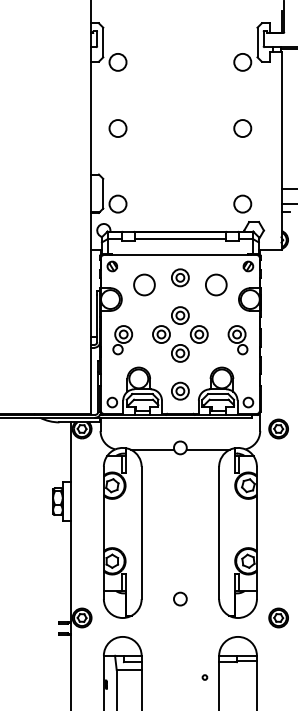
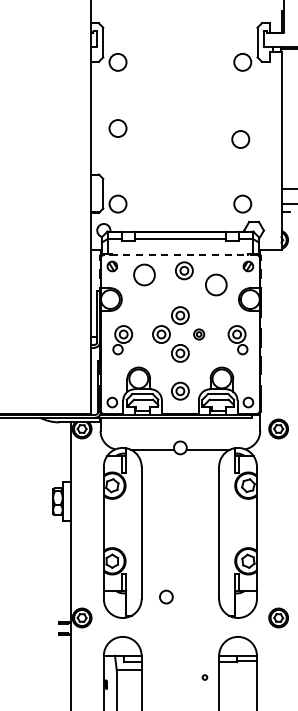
circle at (242, 128) position: (242, 128) -> (240, 139)
line at (180, 255): solid -> dashed
part at (180, 277) position: (180, 277) -> (184, 270)
circle at (144, 284) position: (144, 284) -> (144, 274)
part at (198, 334) size: 20x19 px -> 13x13 px
circle at (180, 598) position: (180, 598) -> (166, 596)
